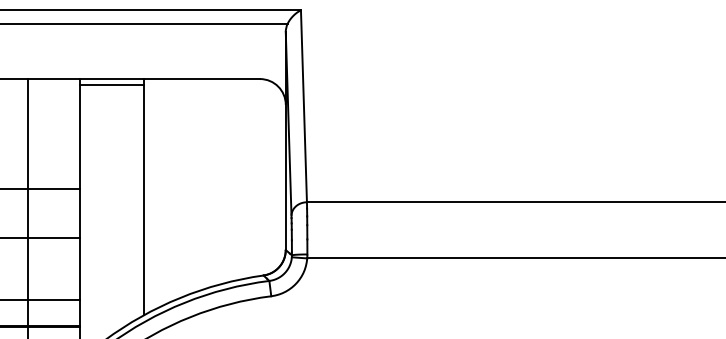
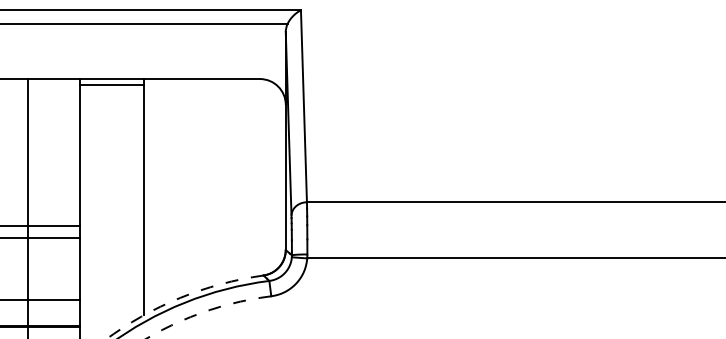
line at (40, 188) position: (40, 188) -> (40, 225)
arc at (181, 297): solid -> dashed
arc at (206, 311): solid -> dashed
